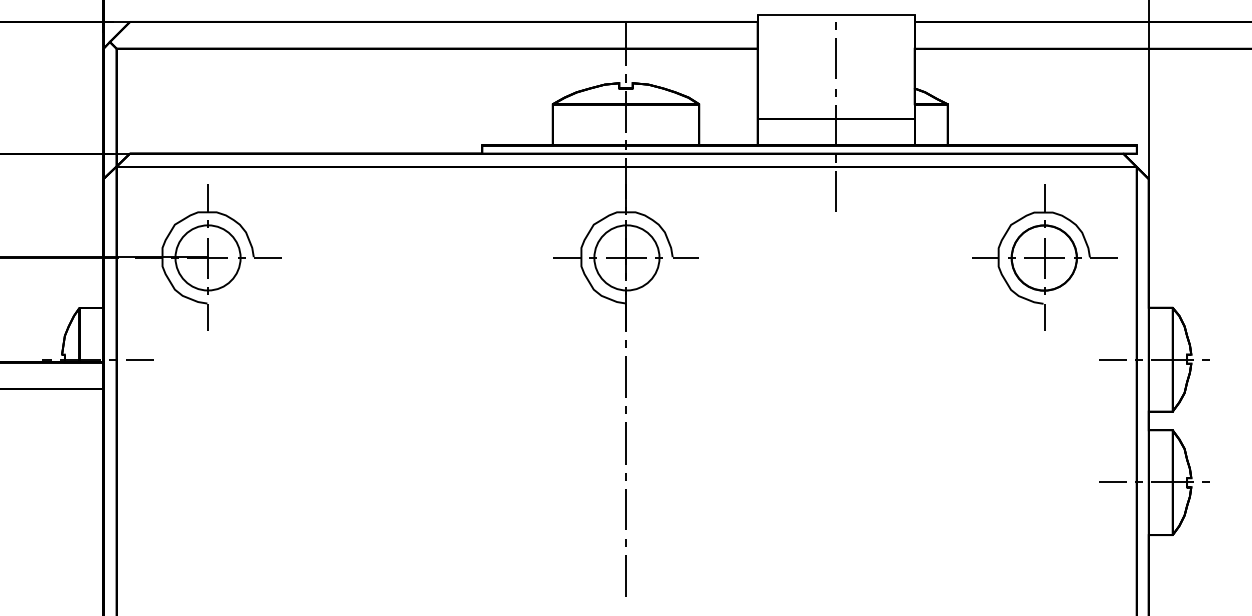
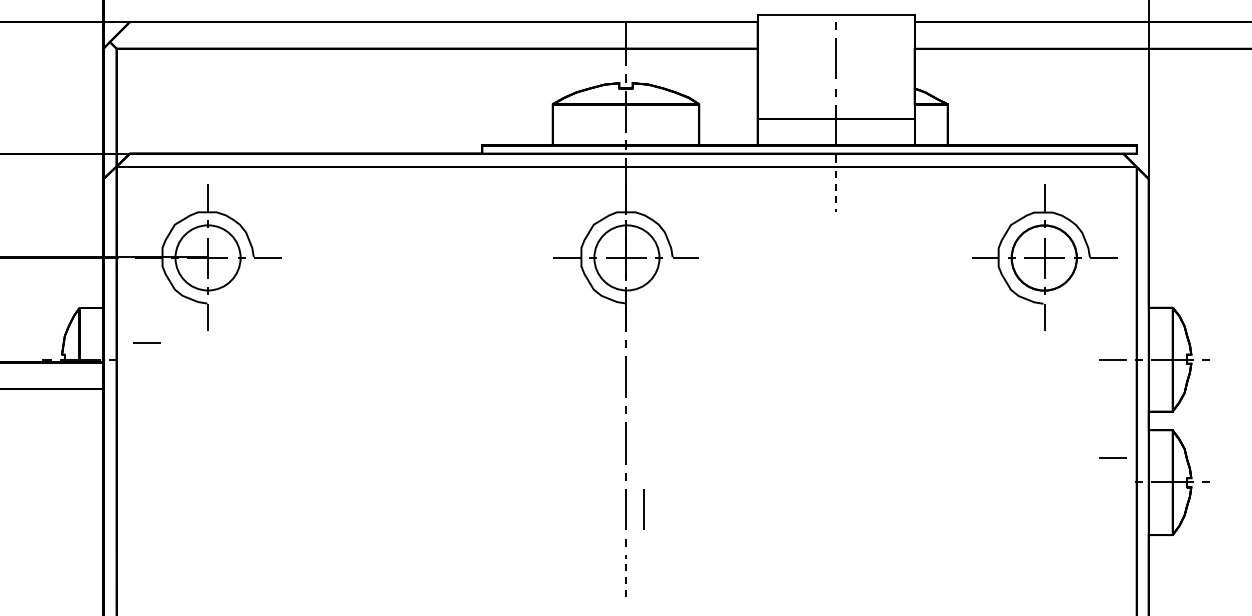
line at (836, 191): solid -> dashed
line at (139, 359) position: (139, 359) -> (146, 342)
line at (1112, 481) position: (1112, 481) -> (1112, 457)
line at (643, 509): none -> present
line at (625, 576): solid -> dashed
